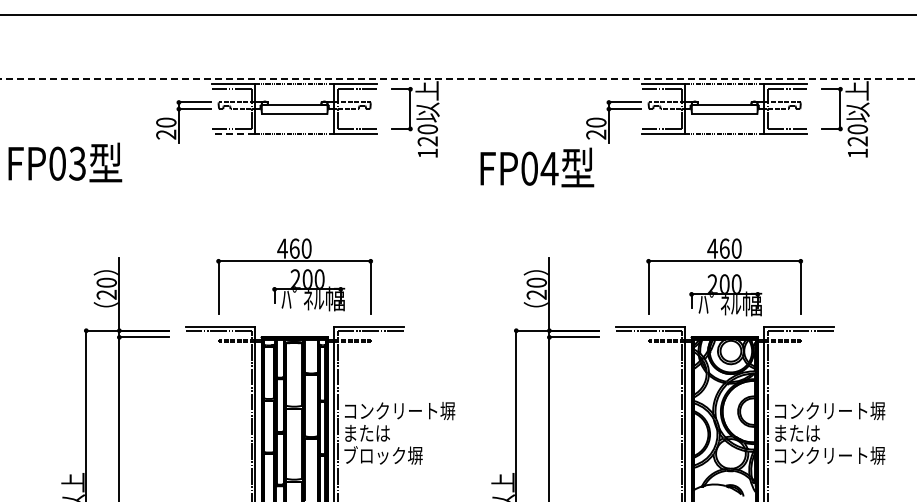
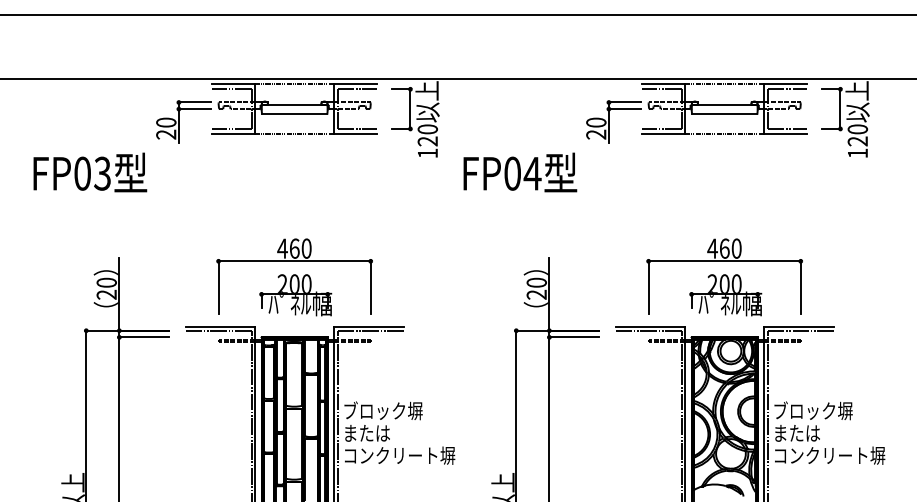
line at (458, 79): dashed -> solid
line at (233, 133): dashed -> solid
text at (65, 162) position: (65, 162) -> (90, 172)
text at (537, 167) position: (537, 167) -> (520, 172)
part at (308, 290) position: (308, 290) -> (295, 295)
text at (399, 410): コンクリート塀 -> ブロック塀
text at (829, 410): コンクリート塀 -> ブロック塀
text at (399, 455): ブロック塀 -> コンクリート塀
